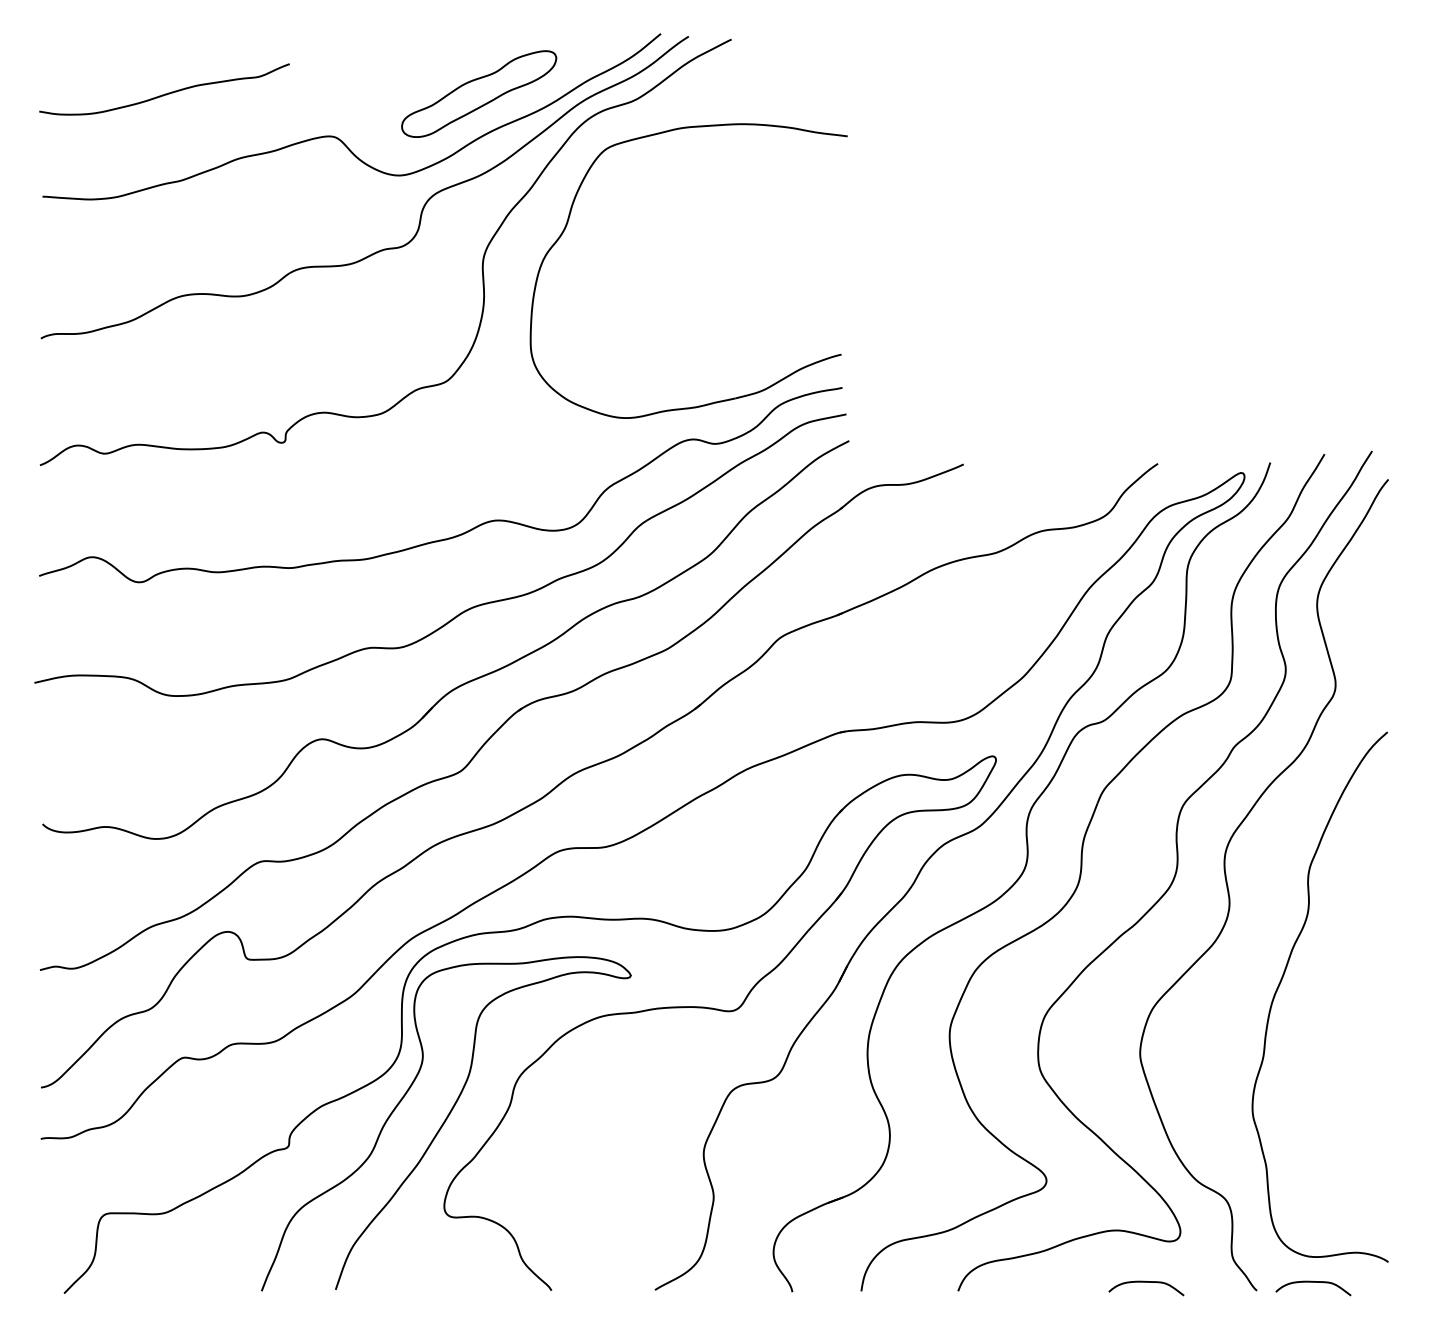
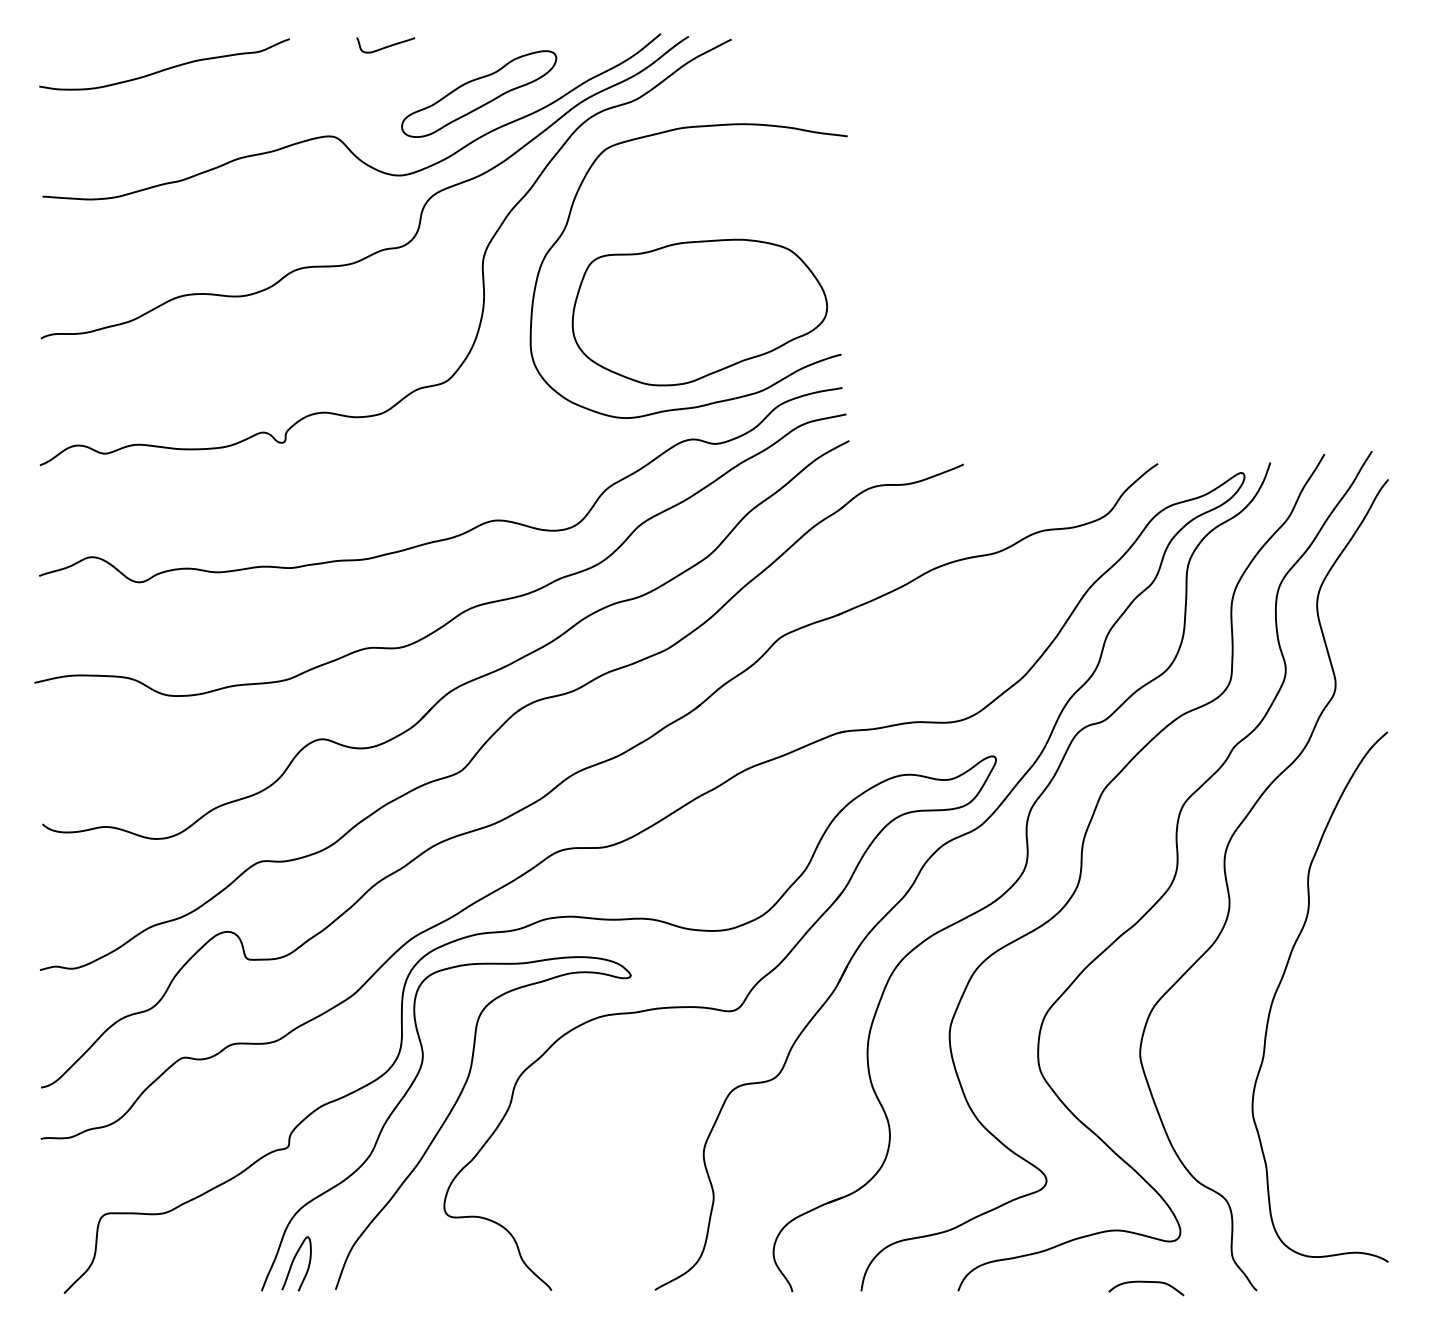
curve at (385, 46): none -> present
curve at (165, 93) position: (165, 93) -> (165, 68)
part at (699, 312): none -> present
curve at (293, 1262): none -> present
curve at (1313, 1282): present -> none
